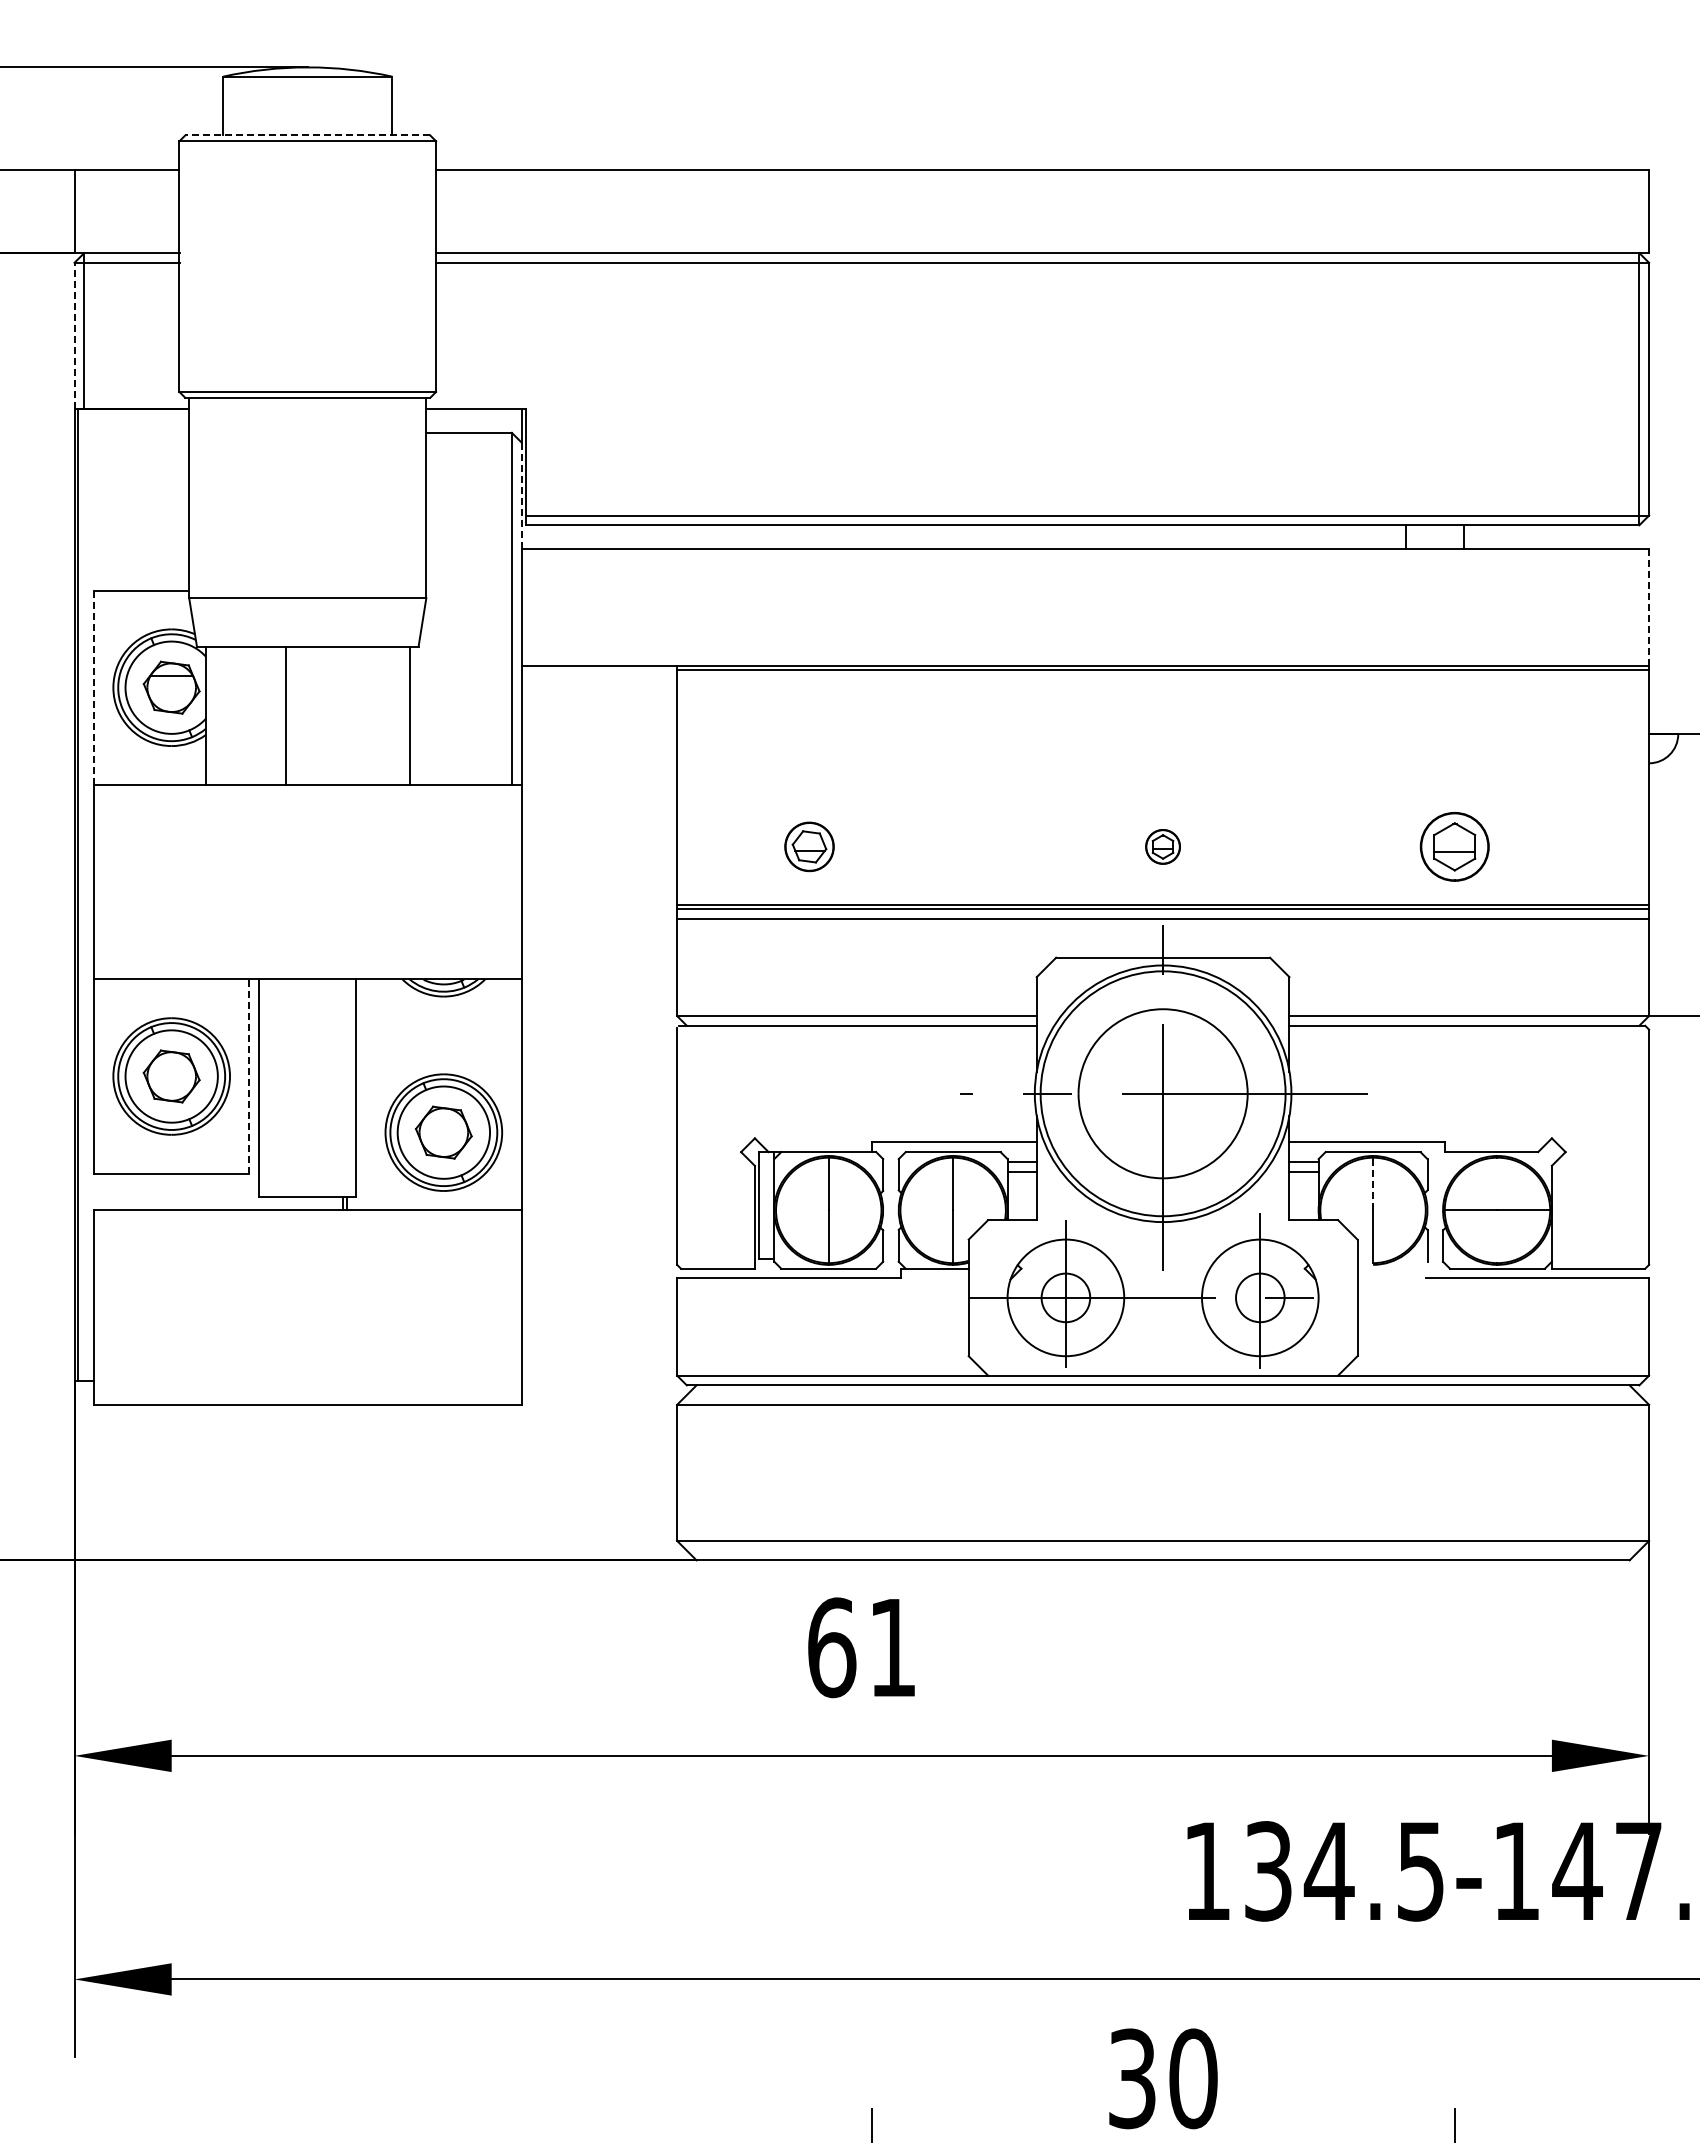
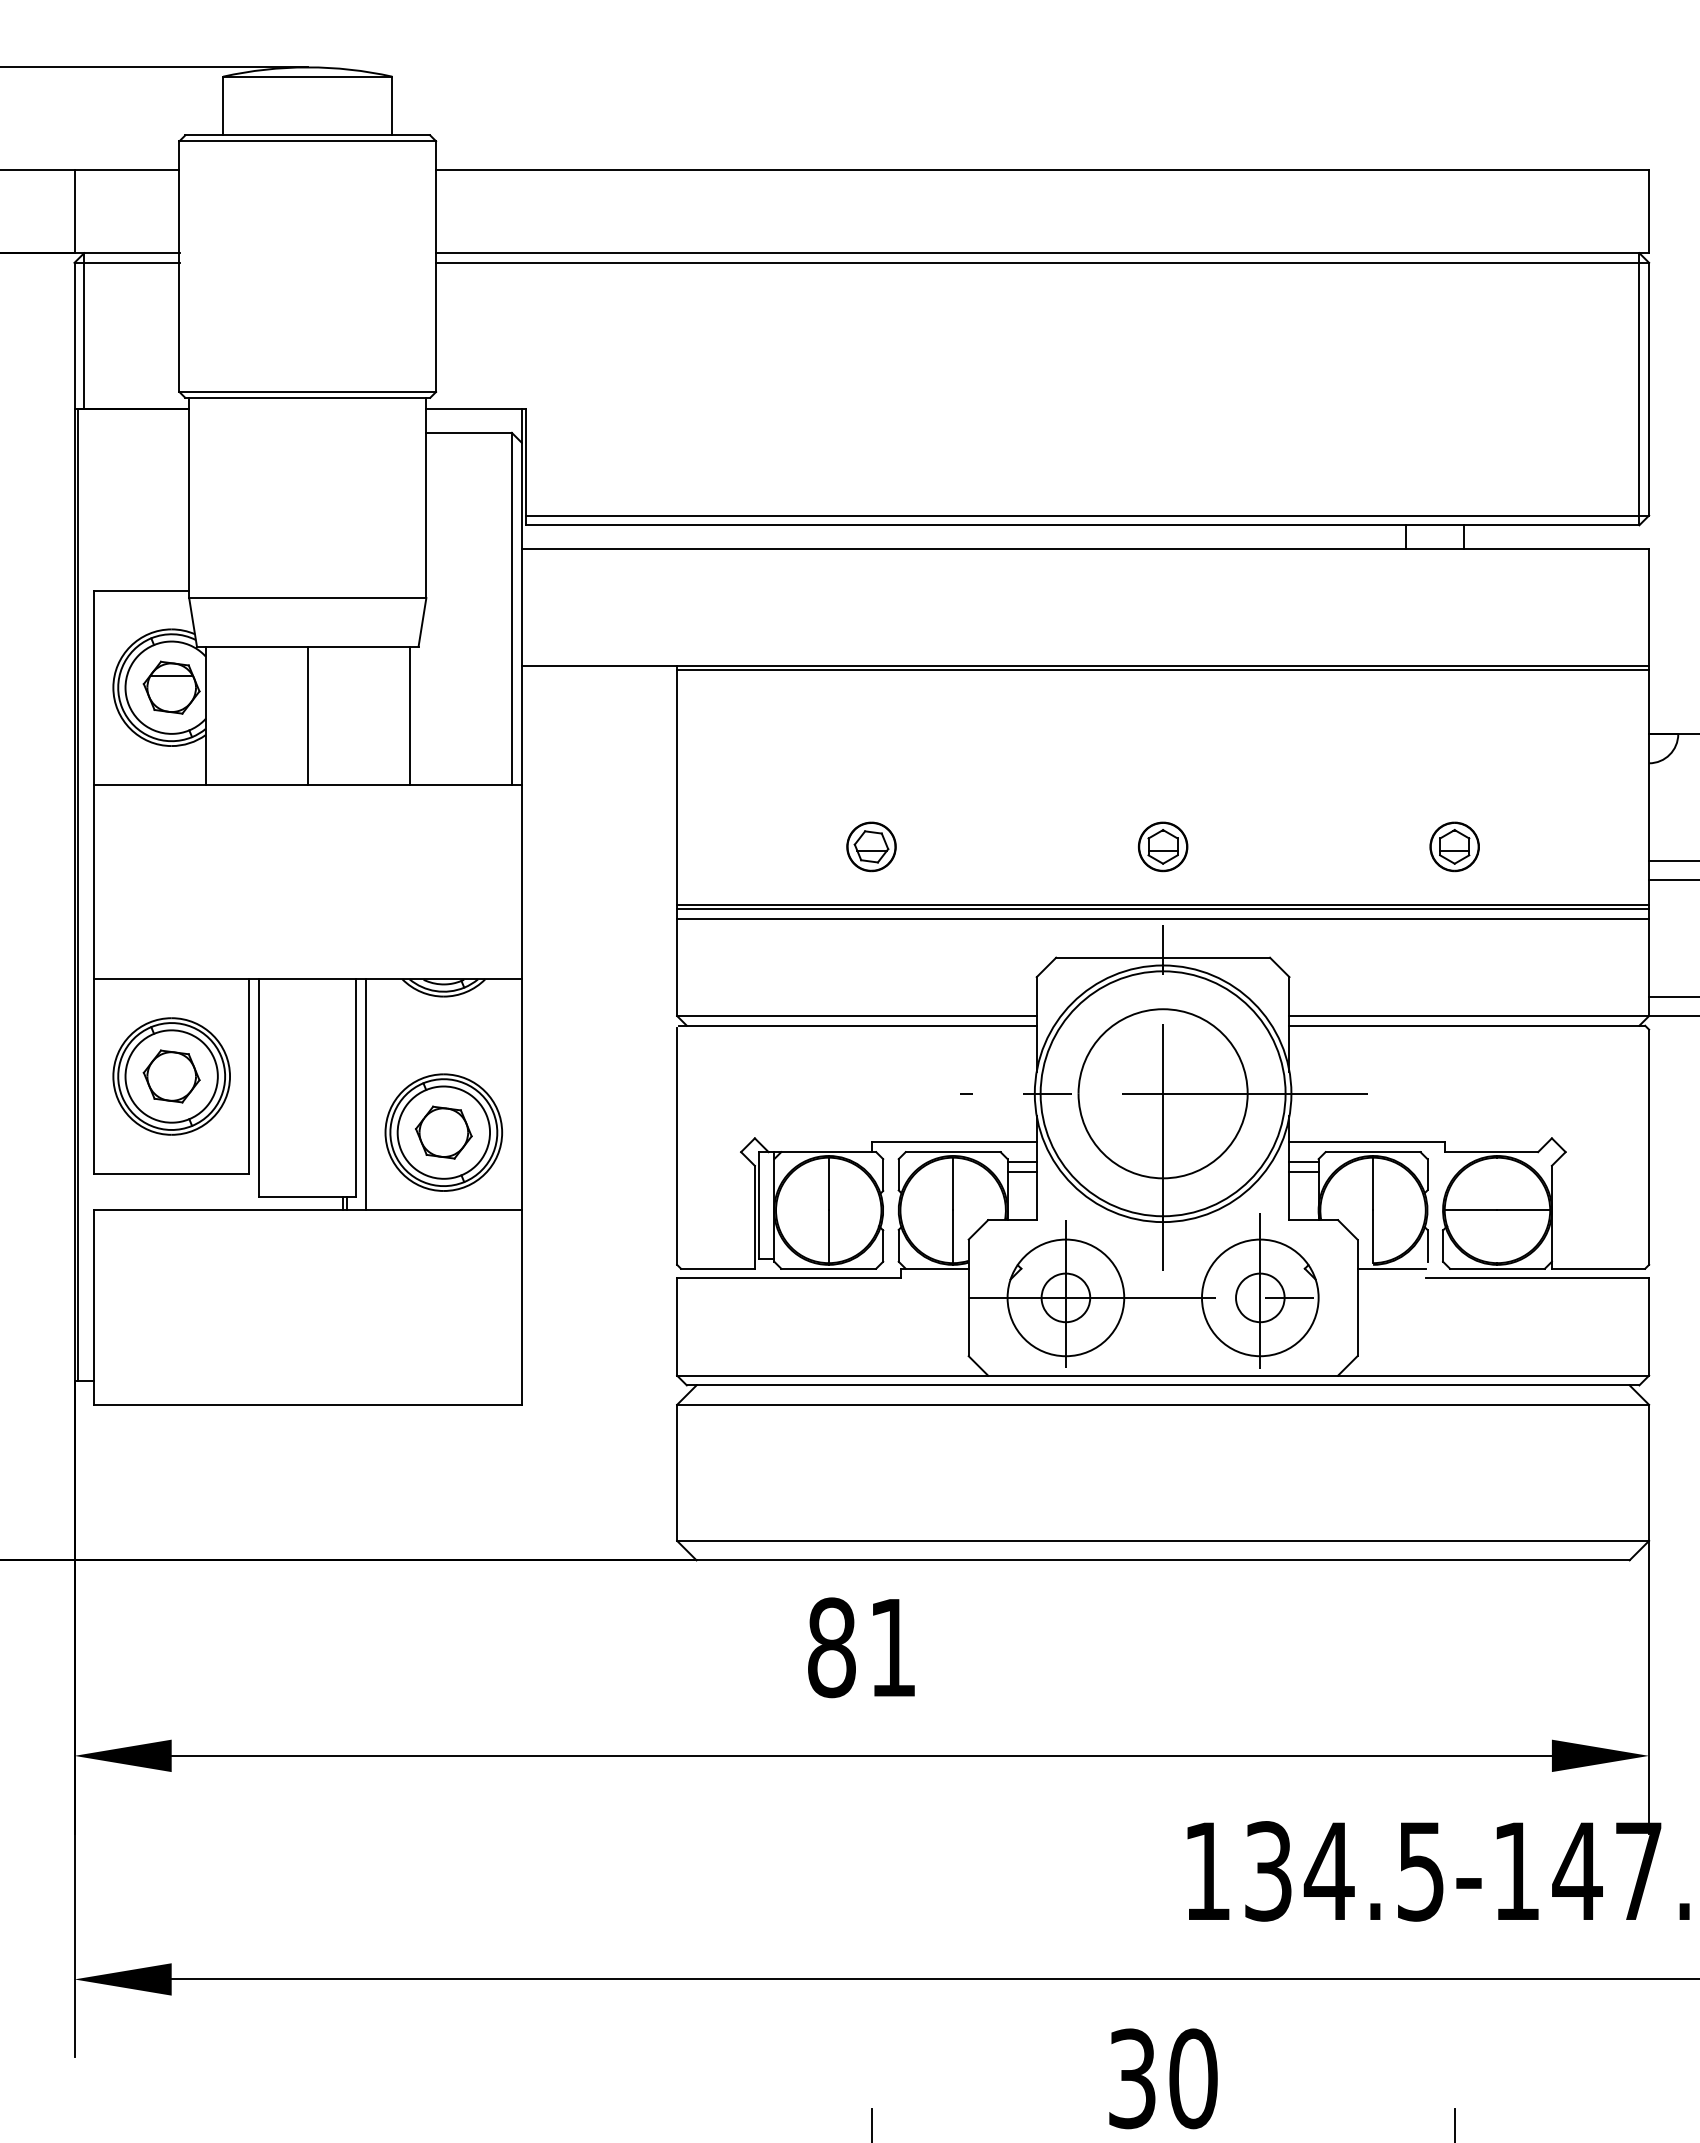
line at (307, 135): dashed -> solid
line at (74, 335): dashed -> solid
line at (521, 495): dashed -> solid
line at (1649, 607): dashed -> solid
line at (93, 688): dashed -> solid
line at (285, 715) position: (285, 715) -> (307, 715)
part at (809, 846) position: (809, 846) -> (871, 846)
part at (1162, 846) size: 36x36 px -> 52x52 px
part at (1454, 846) size: 71x70 px -> 51x52 px
line at (1672, 860): none -> present
line at (1672, 879): none -> present
line at (1672, 996): none -> present
line at (249, 1076): dashed -> solid
line at (366, 1094): none -> present
line at (1373, 1183): dashed -> solid
line at (1391, 1268): none -> present
text at (832, 1647): 61 -> 81
